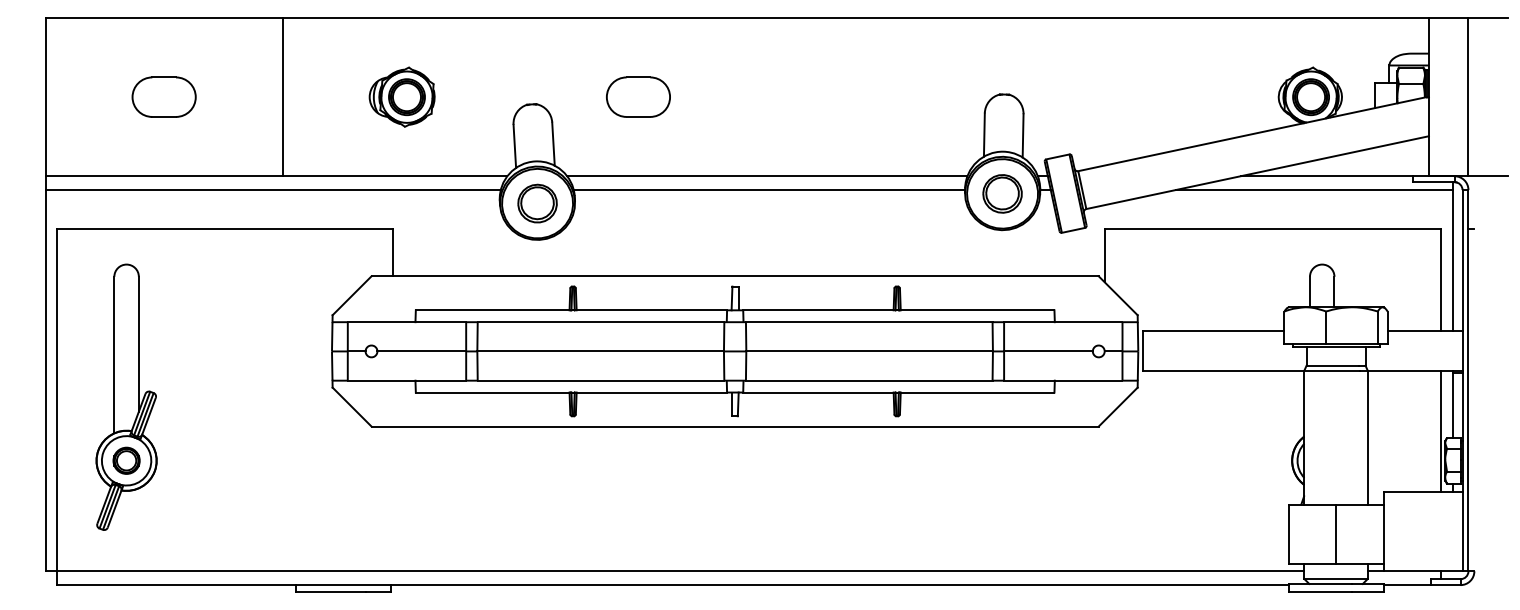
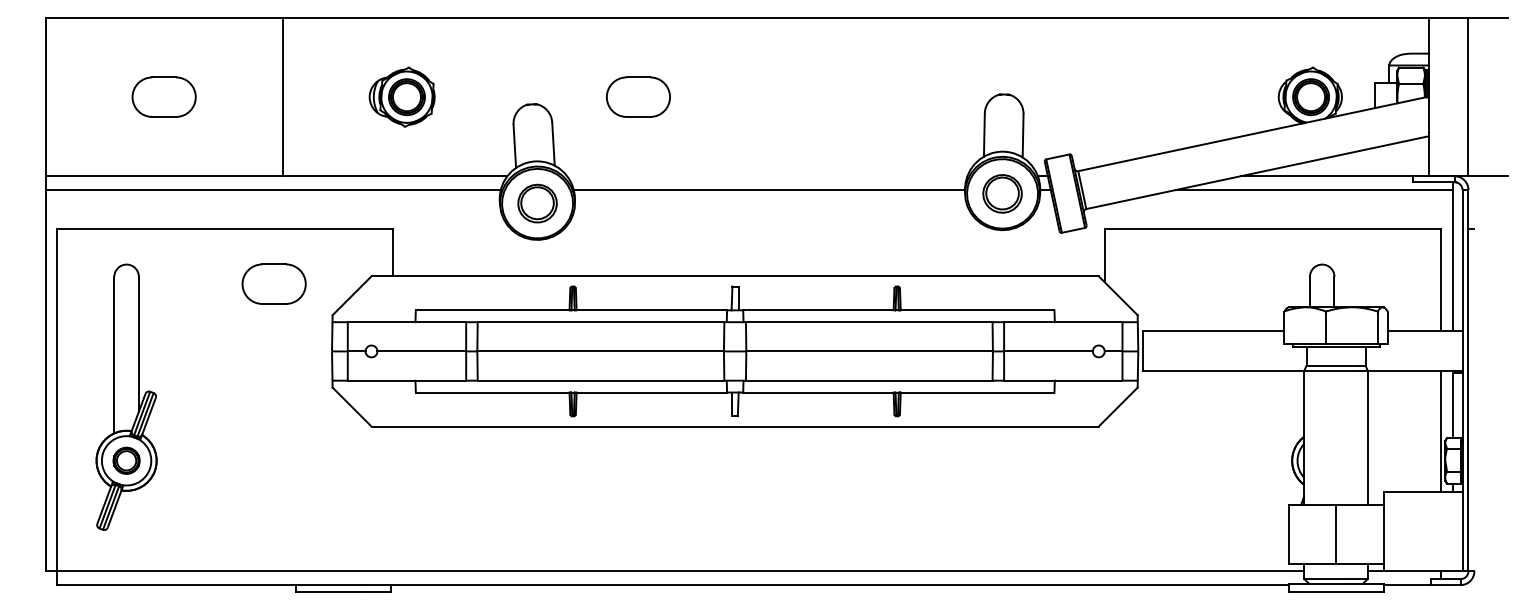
line at (767, 176): present -> none
part at (273, 283): none -> present
